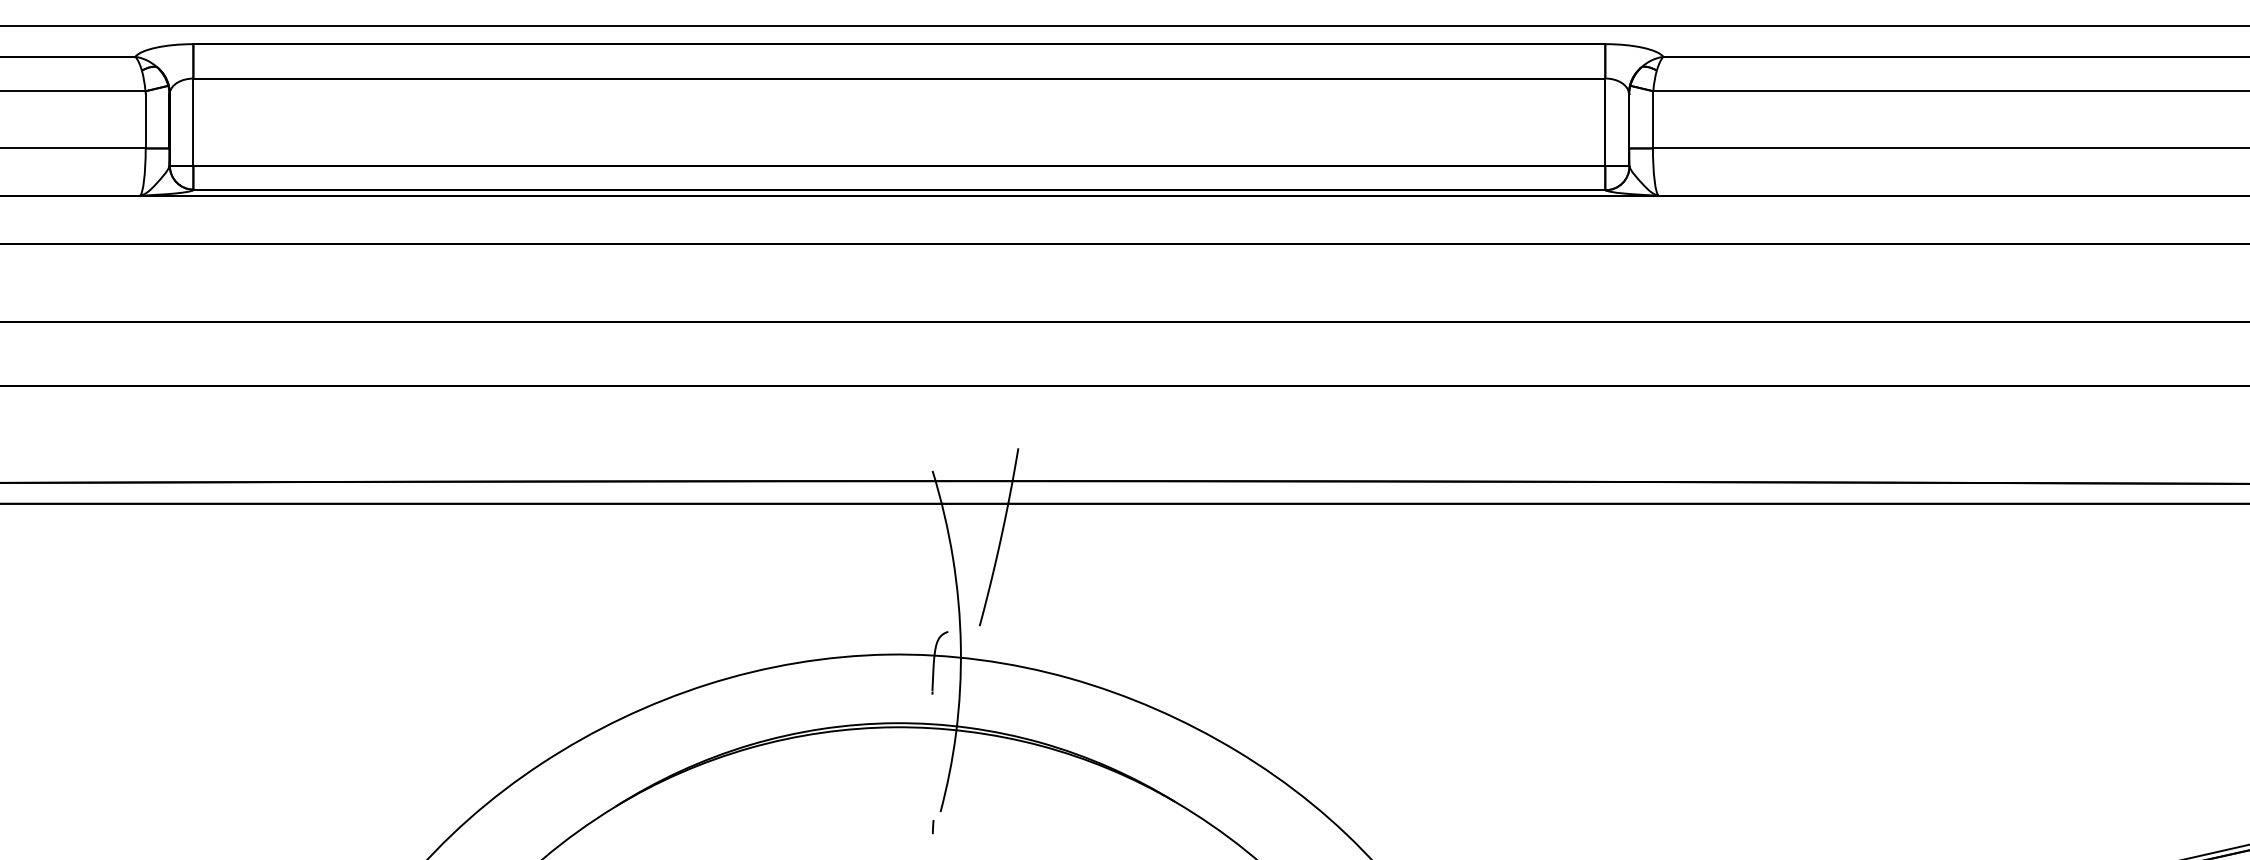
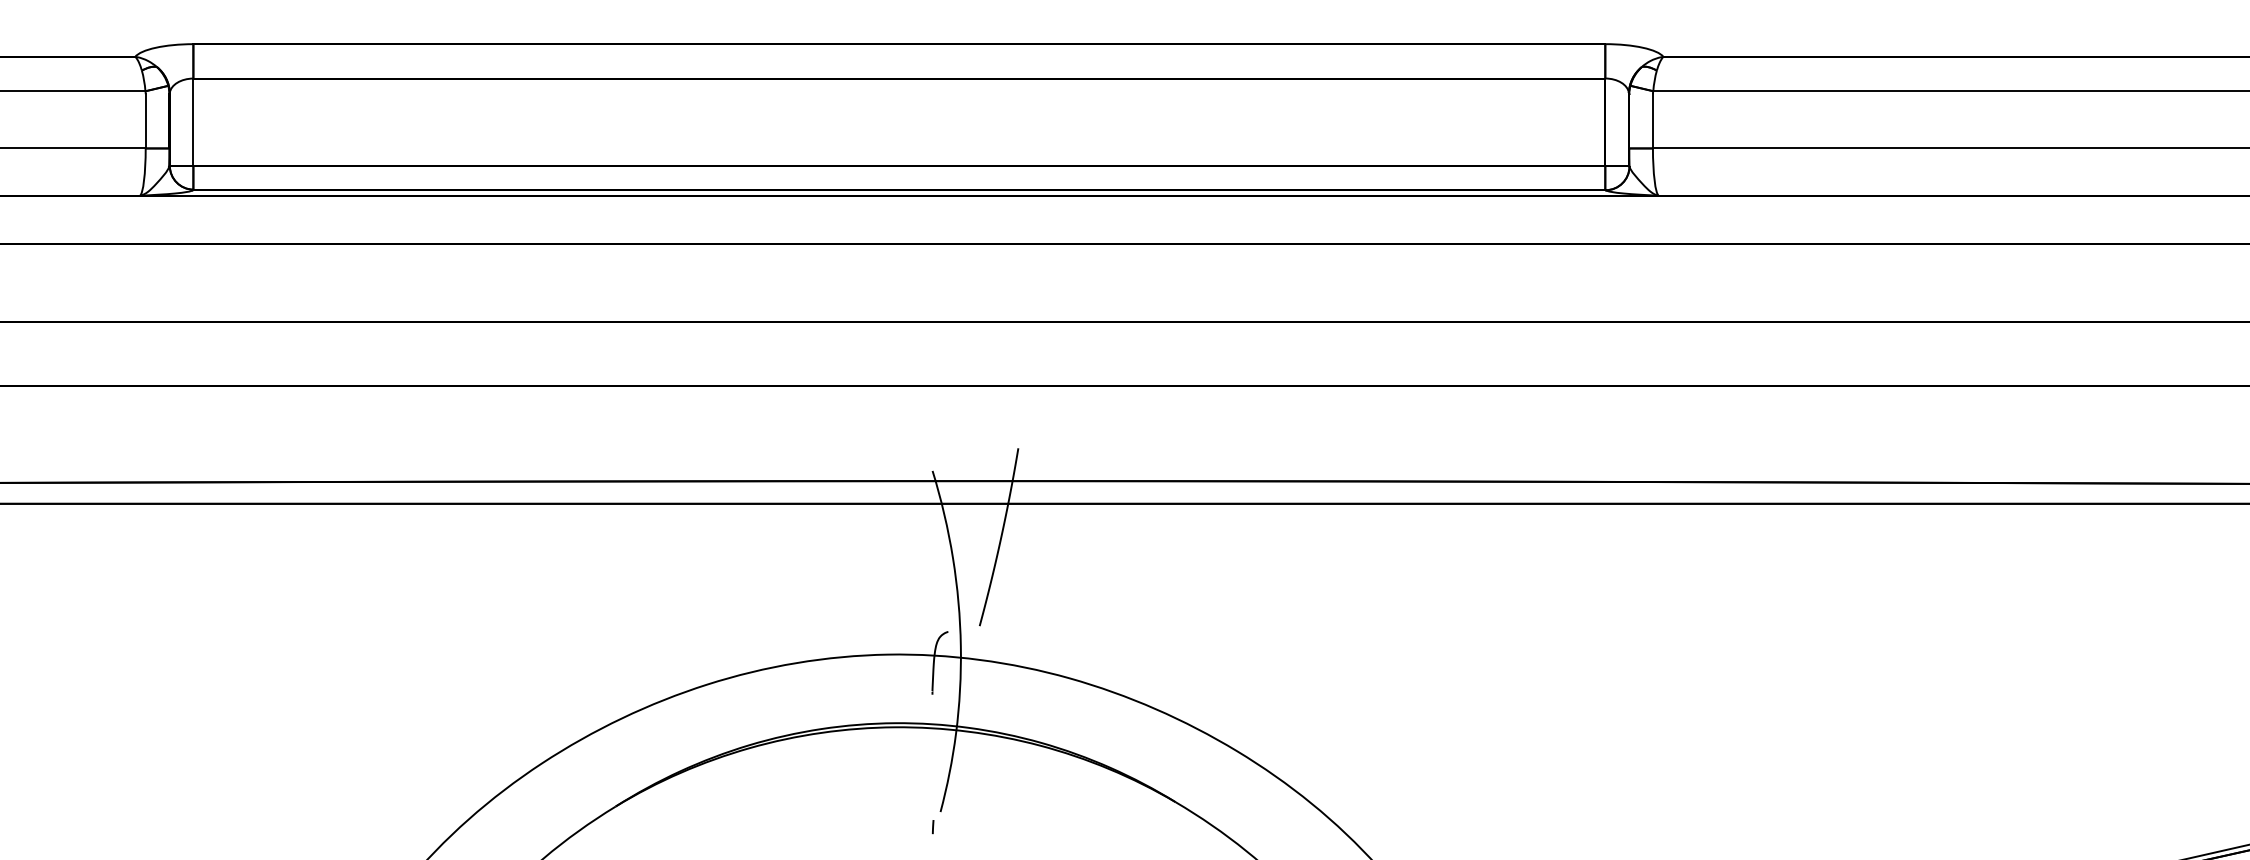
line at (1124, 25): present -> none
